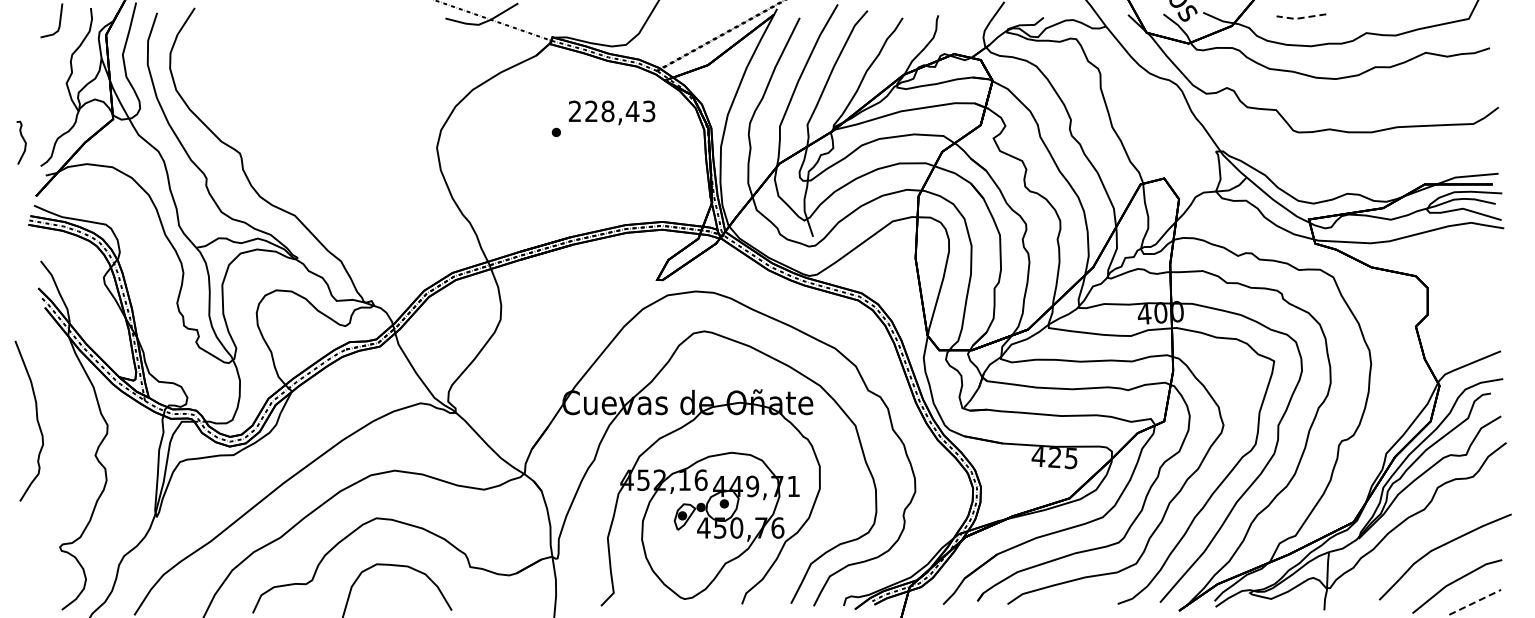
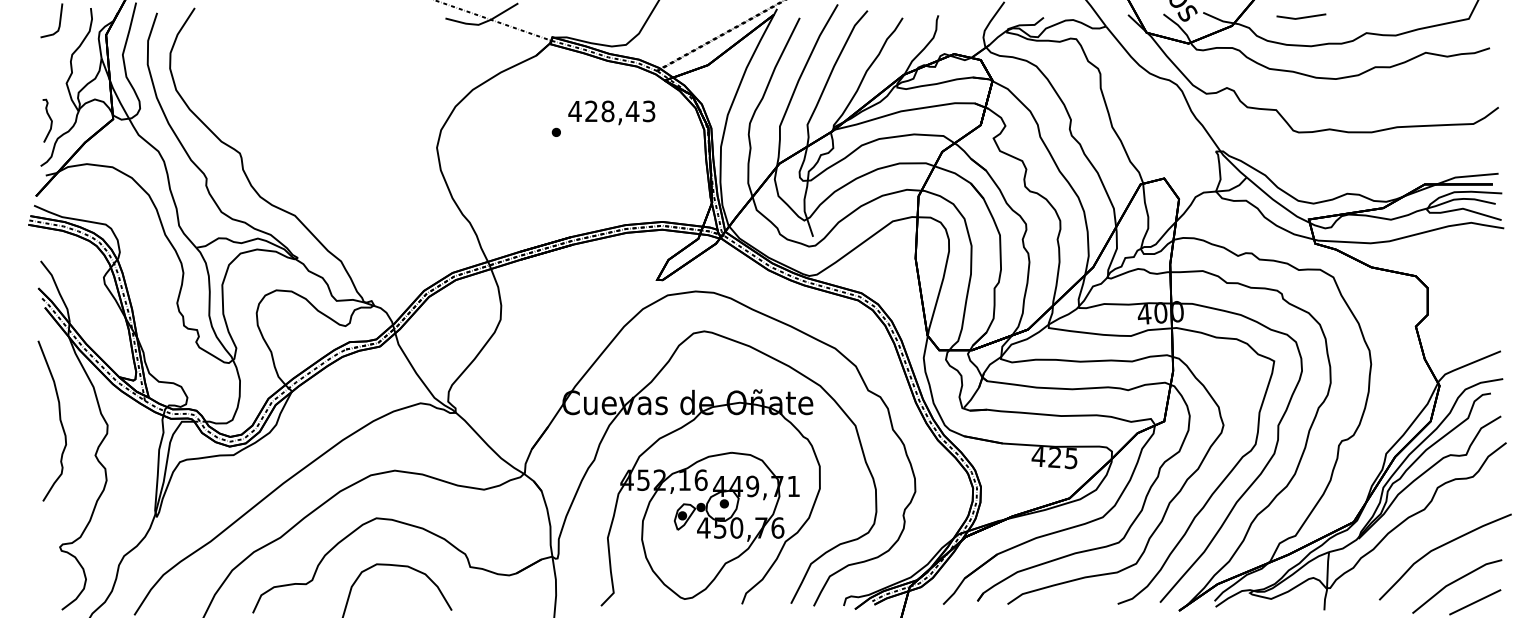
line at (1300, 18): dashed -> solid
text at (574, 110): 228,43 -> 428,43
curve at (23, 140) position: (23, 140) -> (49, 118)
curve at (36, 420) position: (36, 420) -> (59, 420)
line at (1475, 602): dashed -> solid
